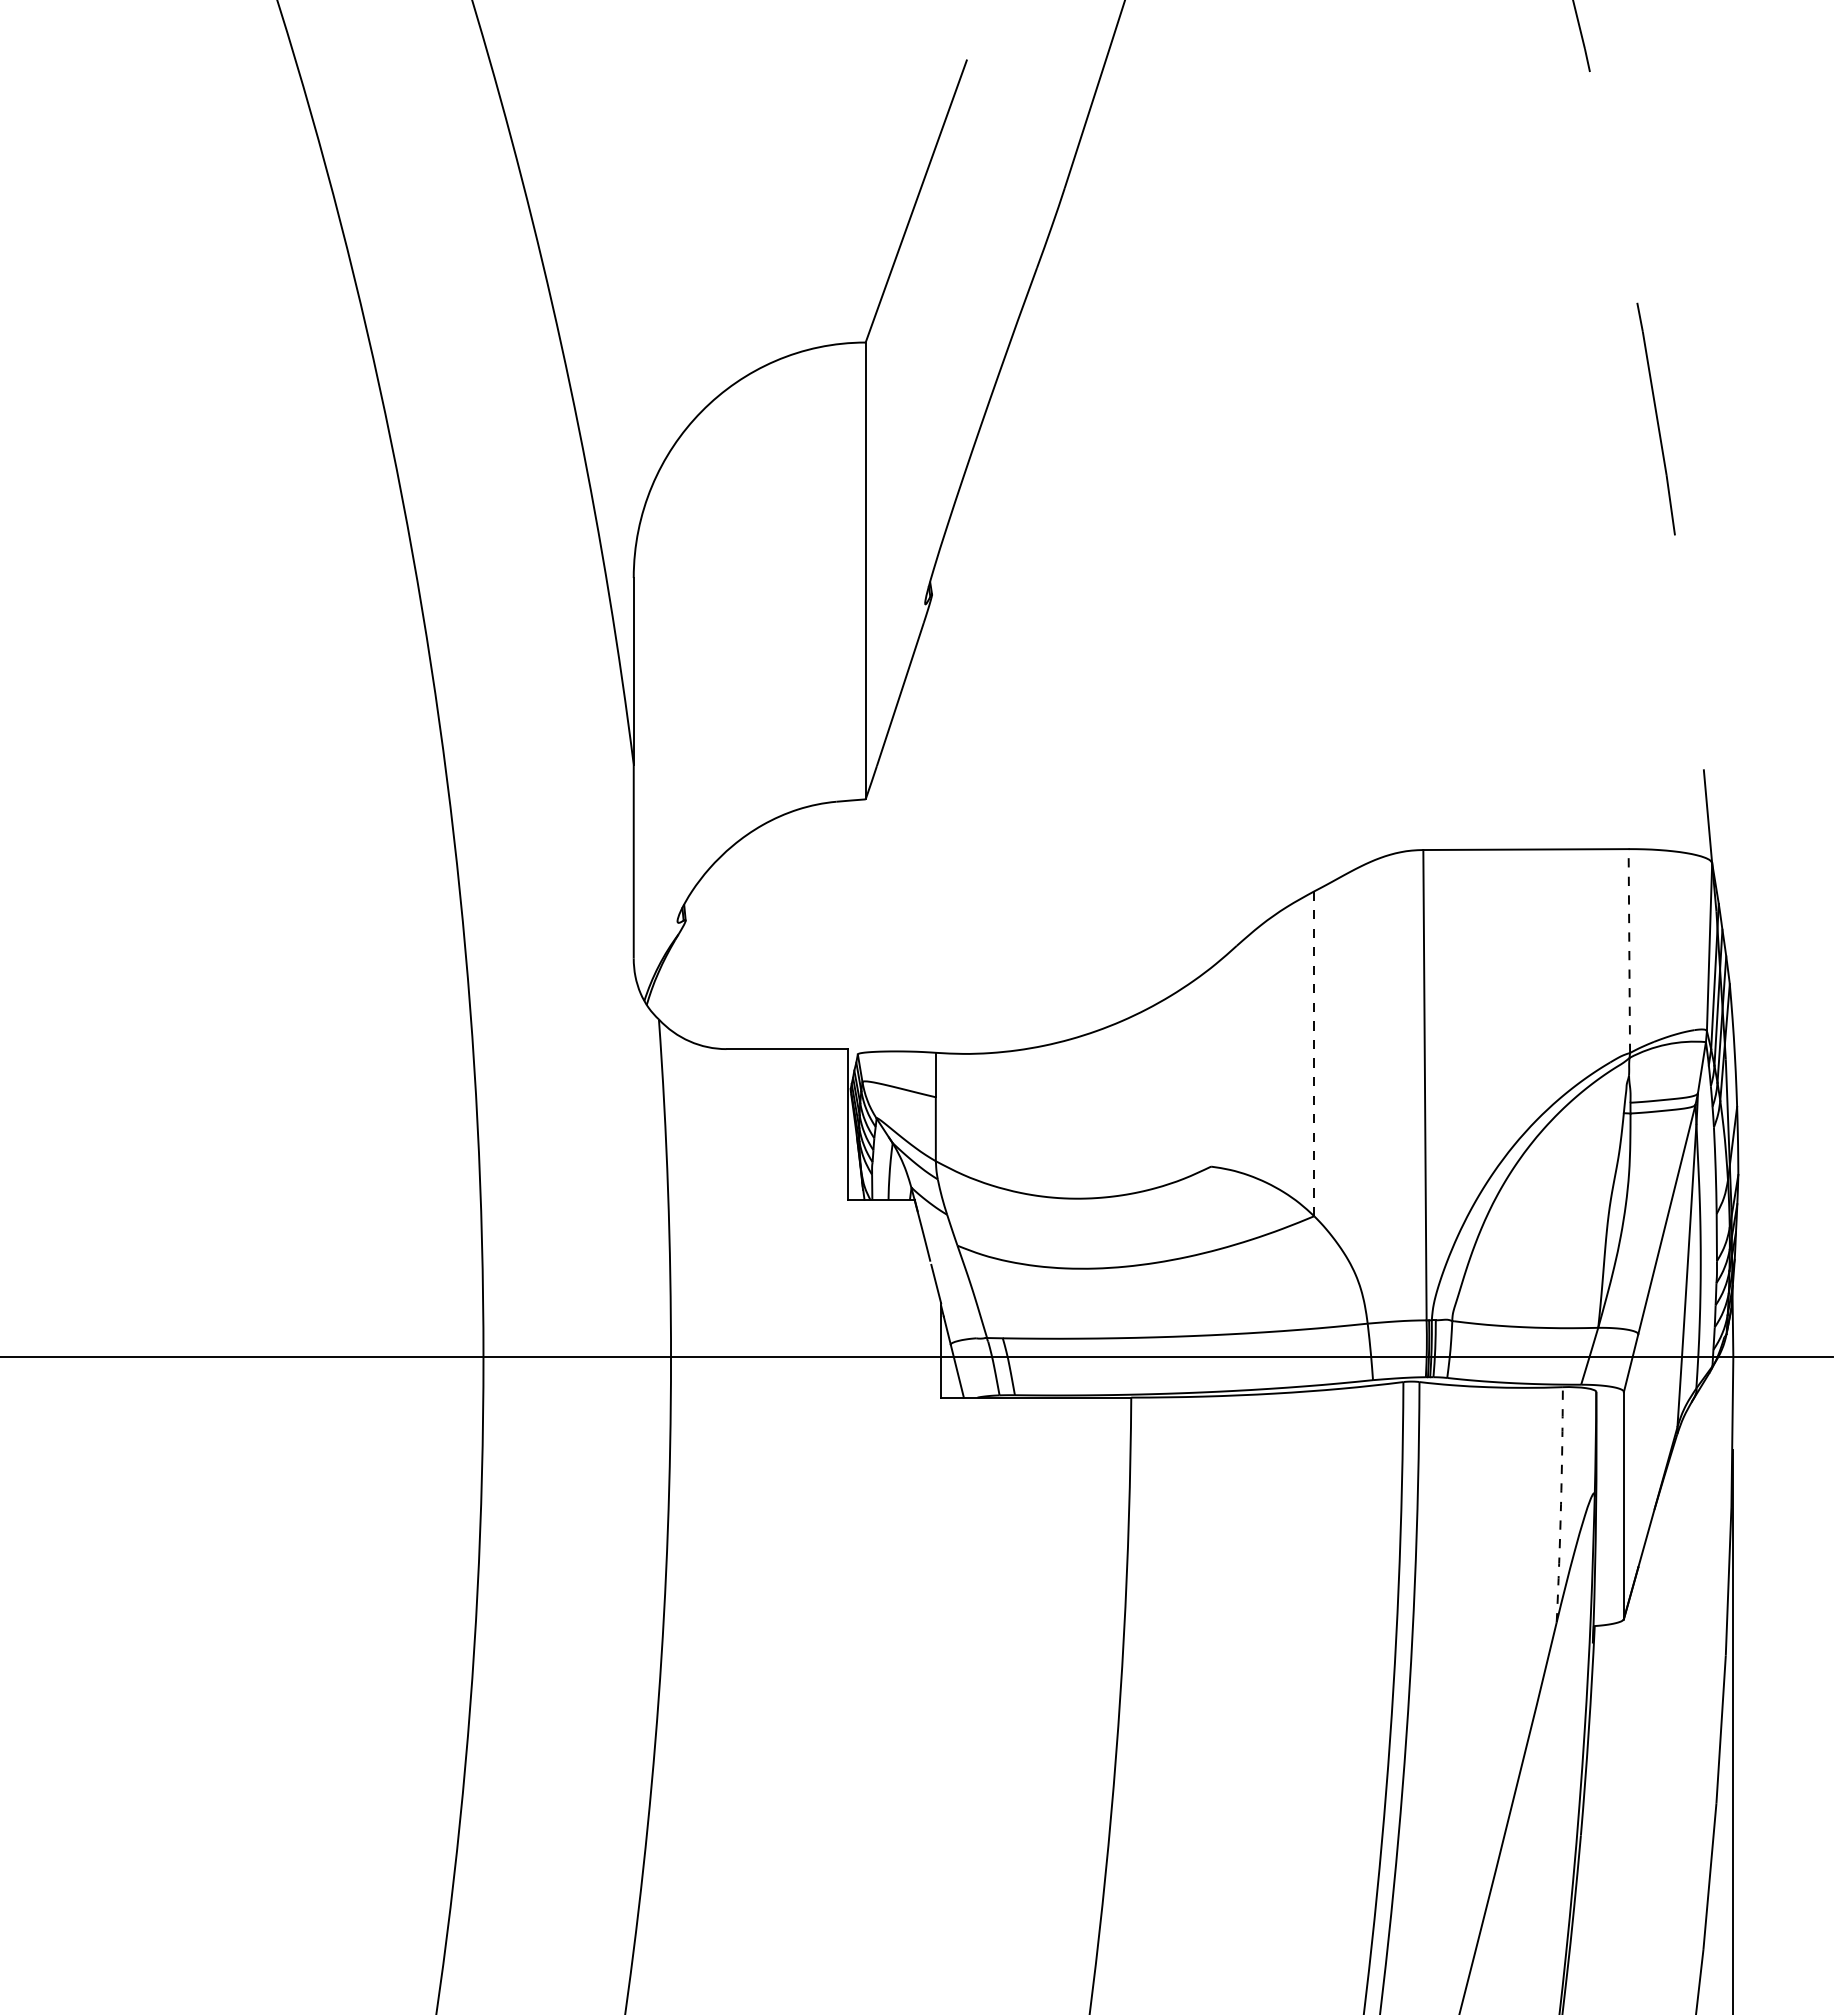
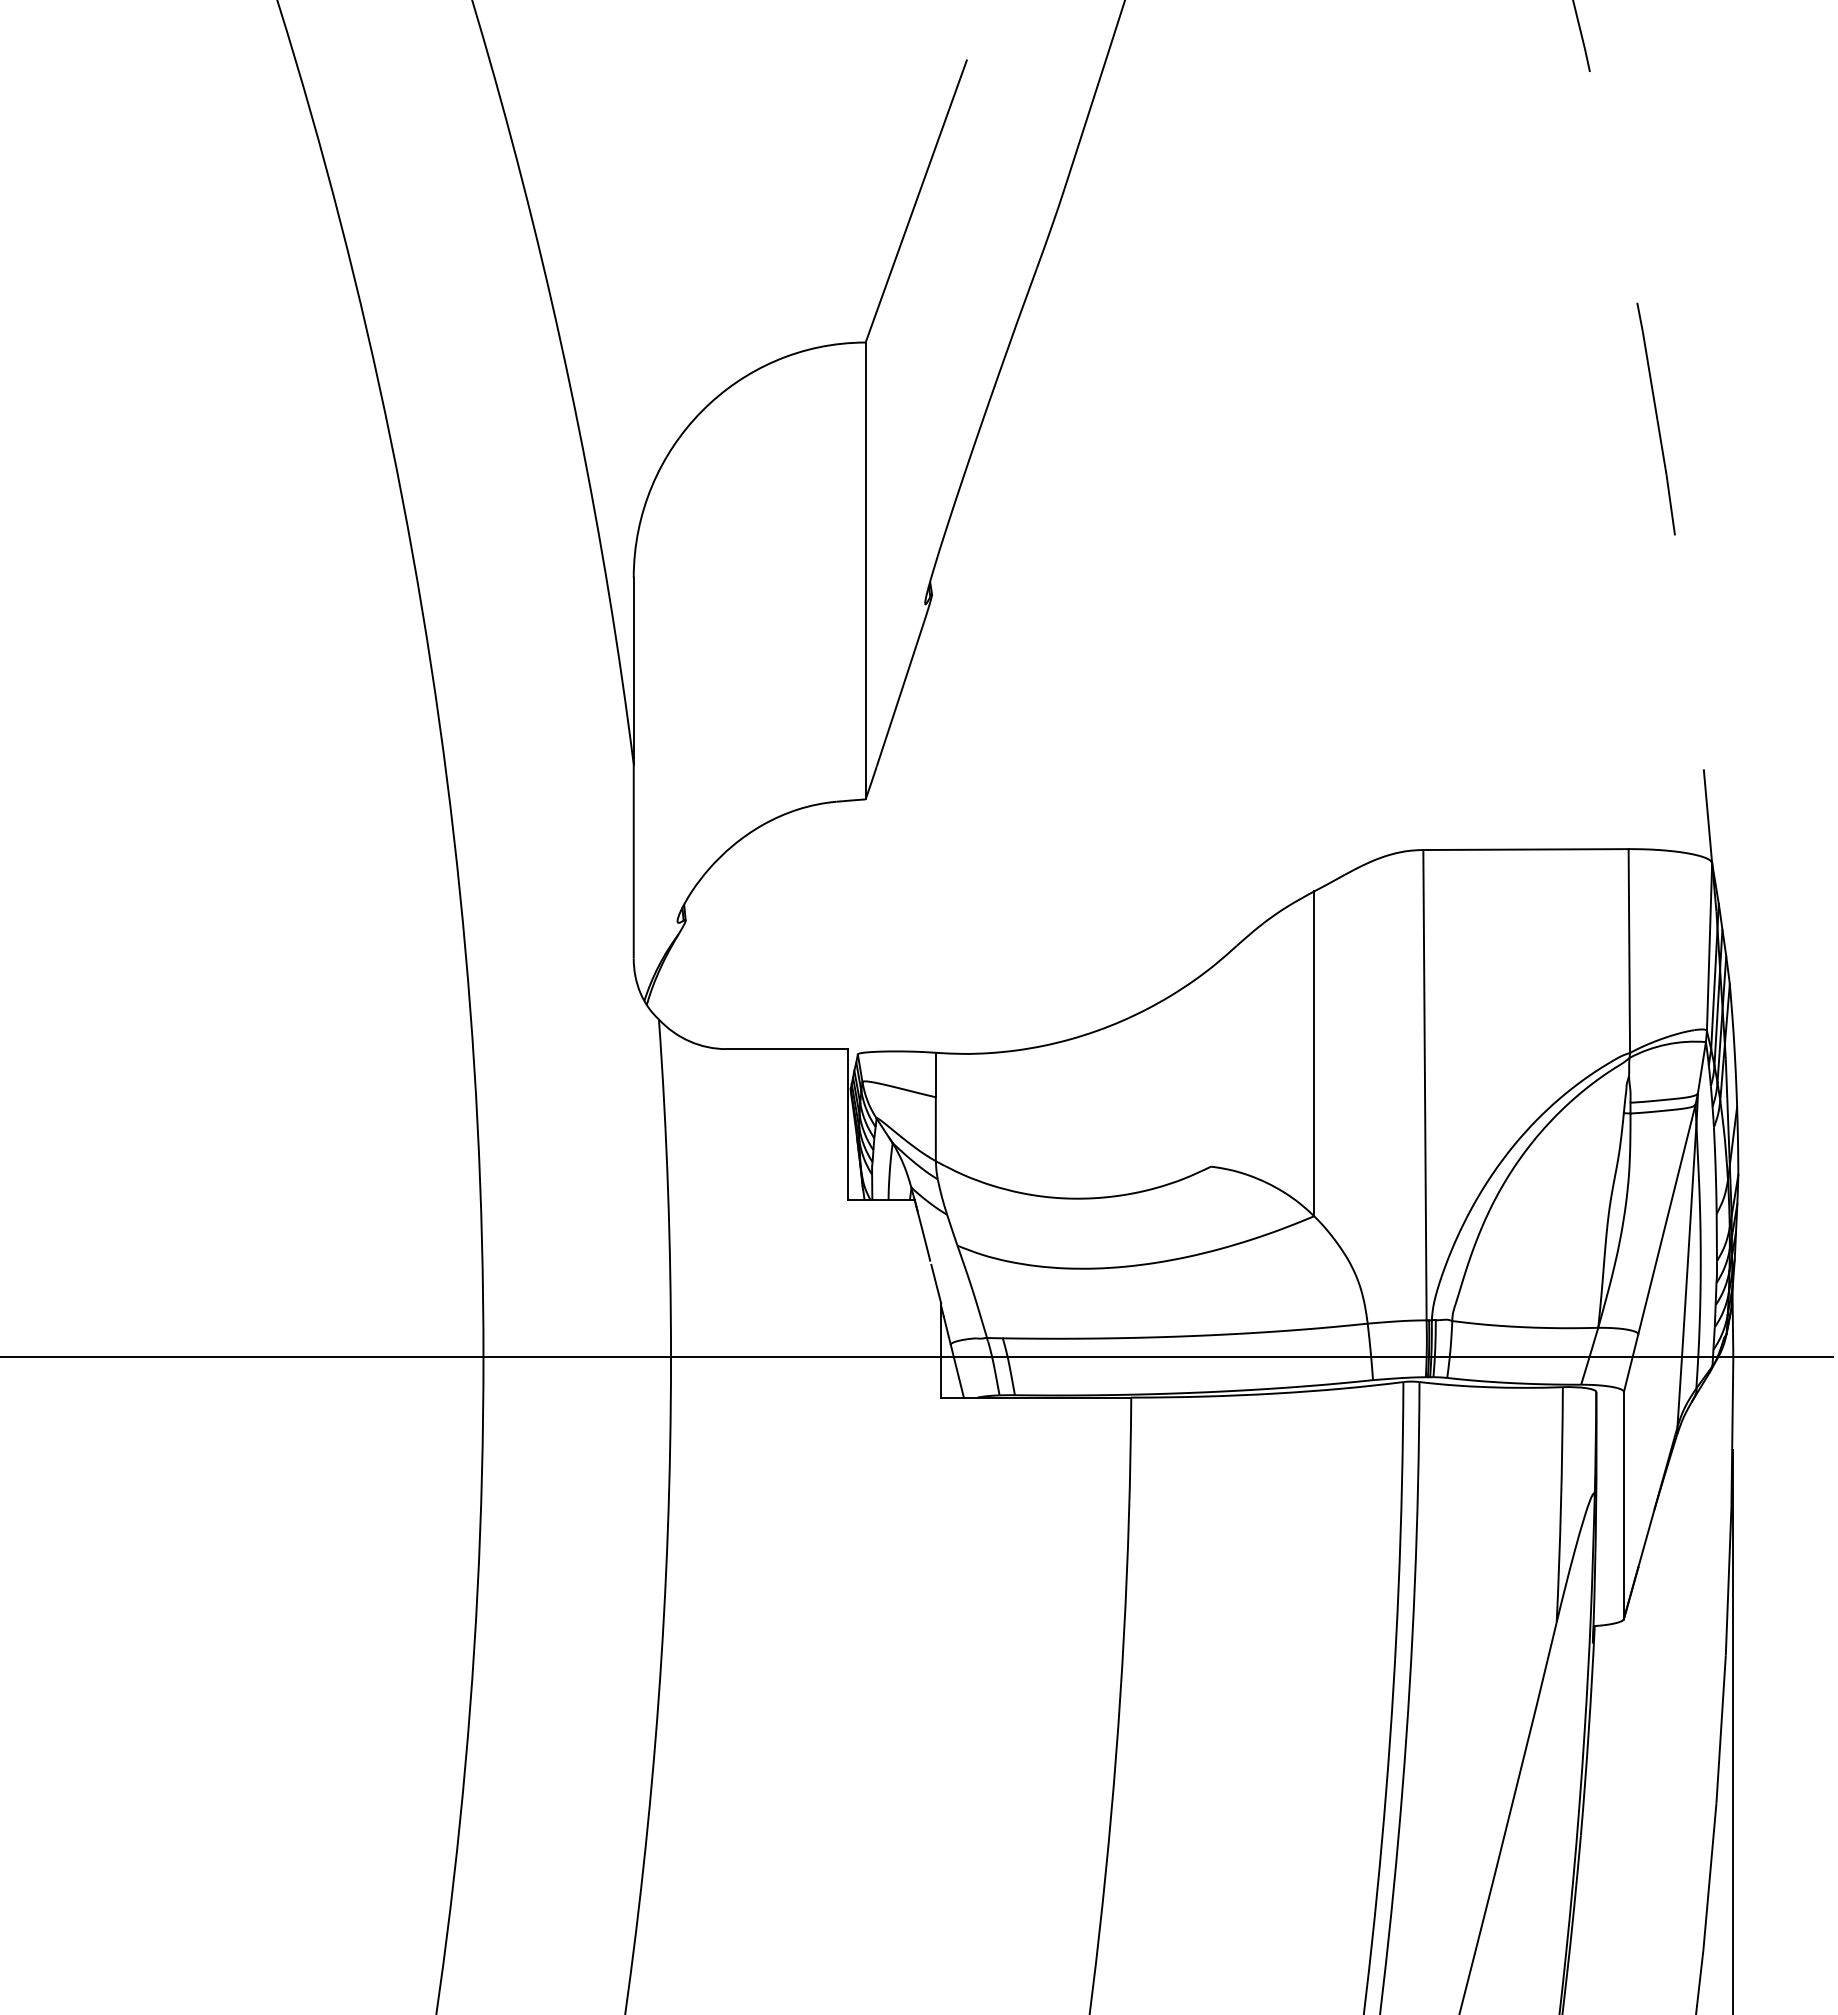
line at (1629, 951): dashed -> solid
line at (1314, 1054): dashed -> solid
arc at (1561, 1504): dashed -> solid
